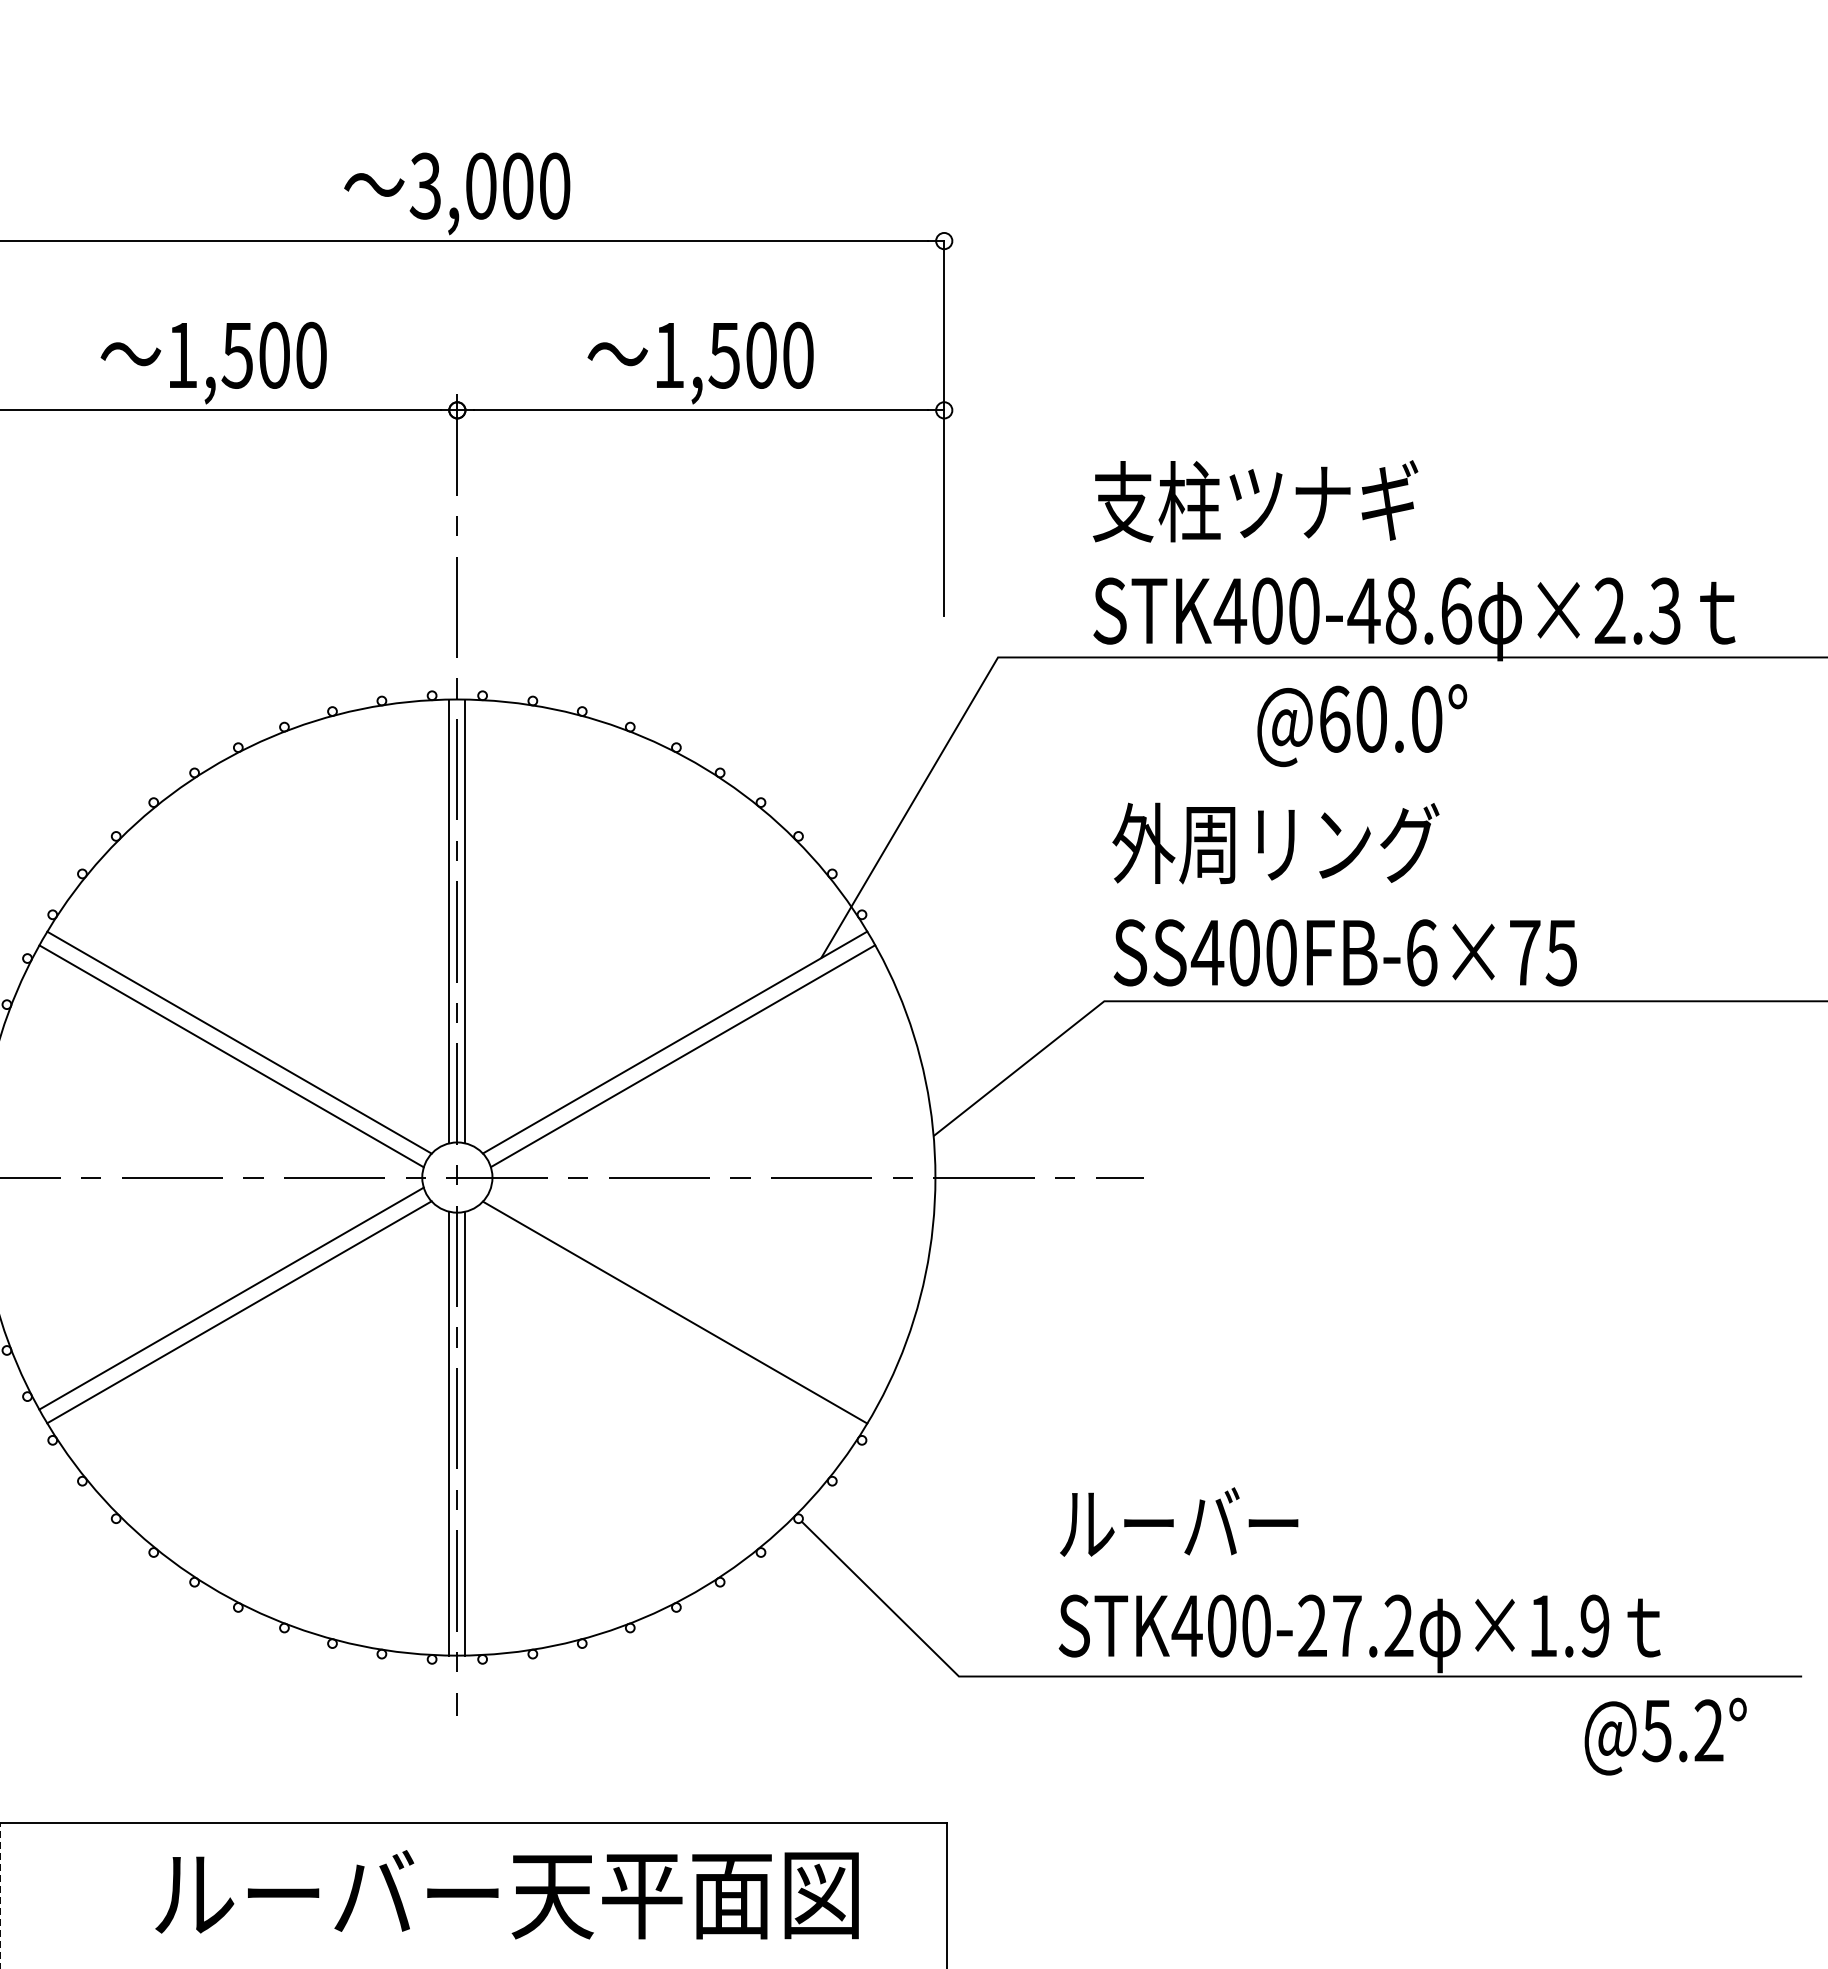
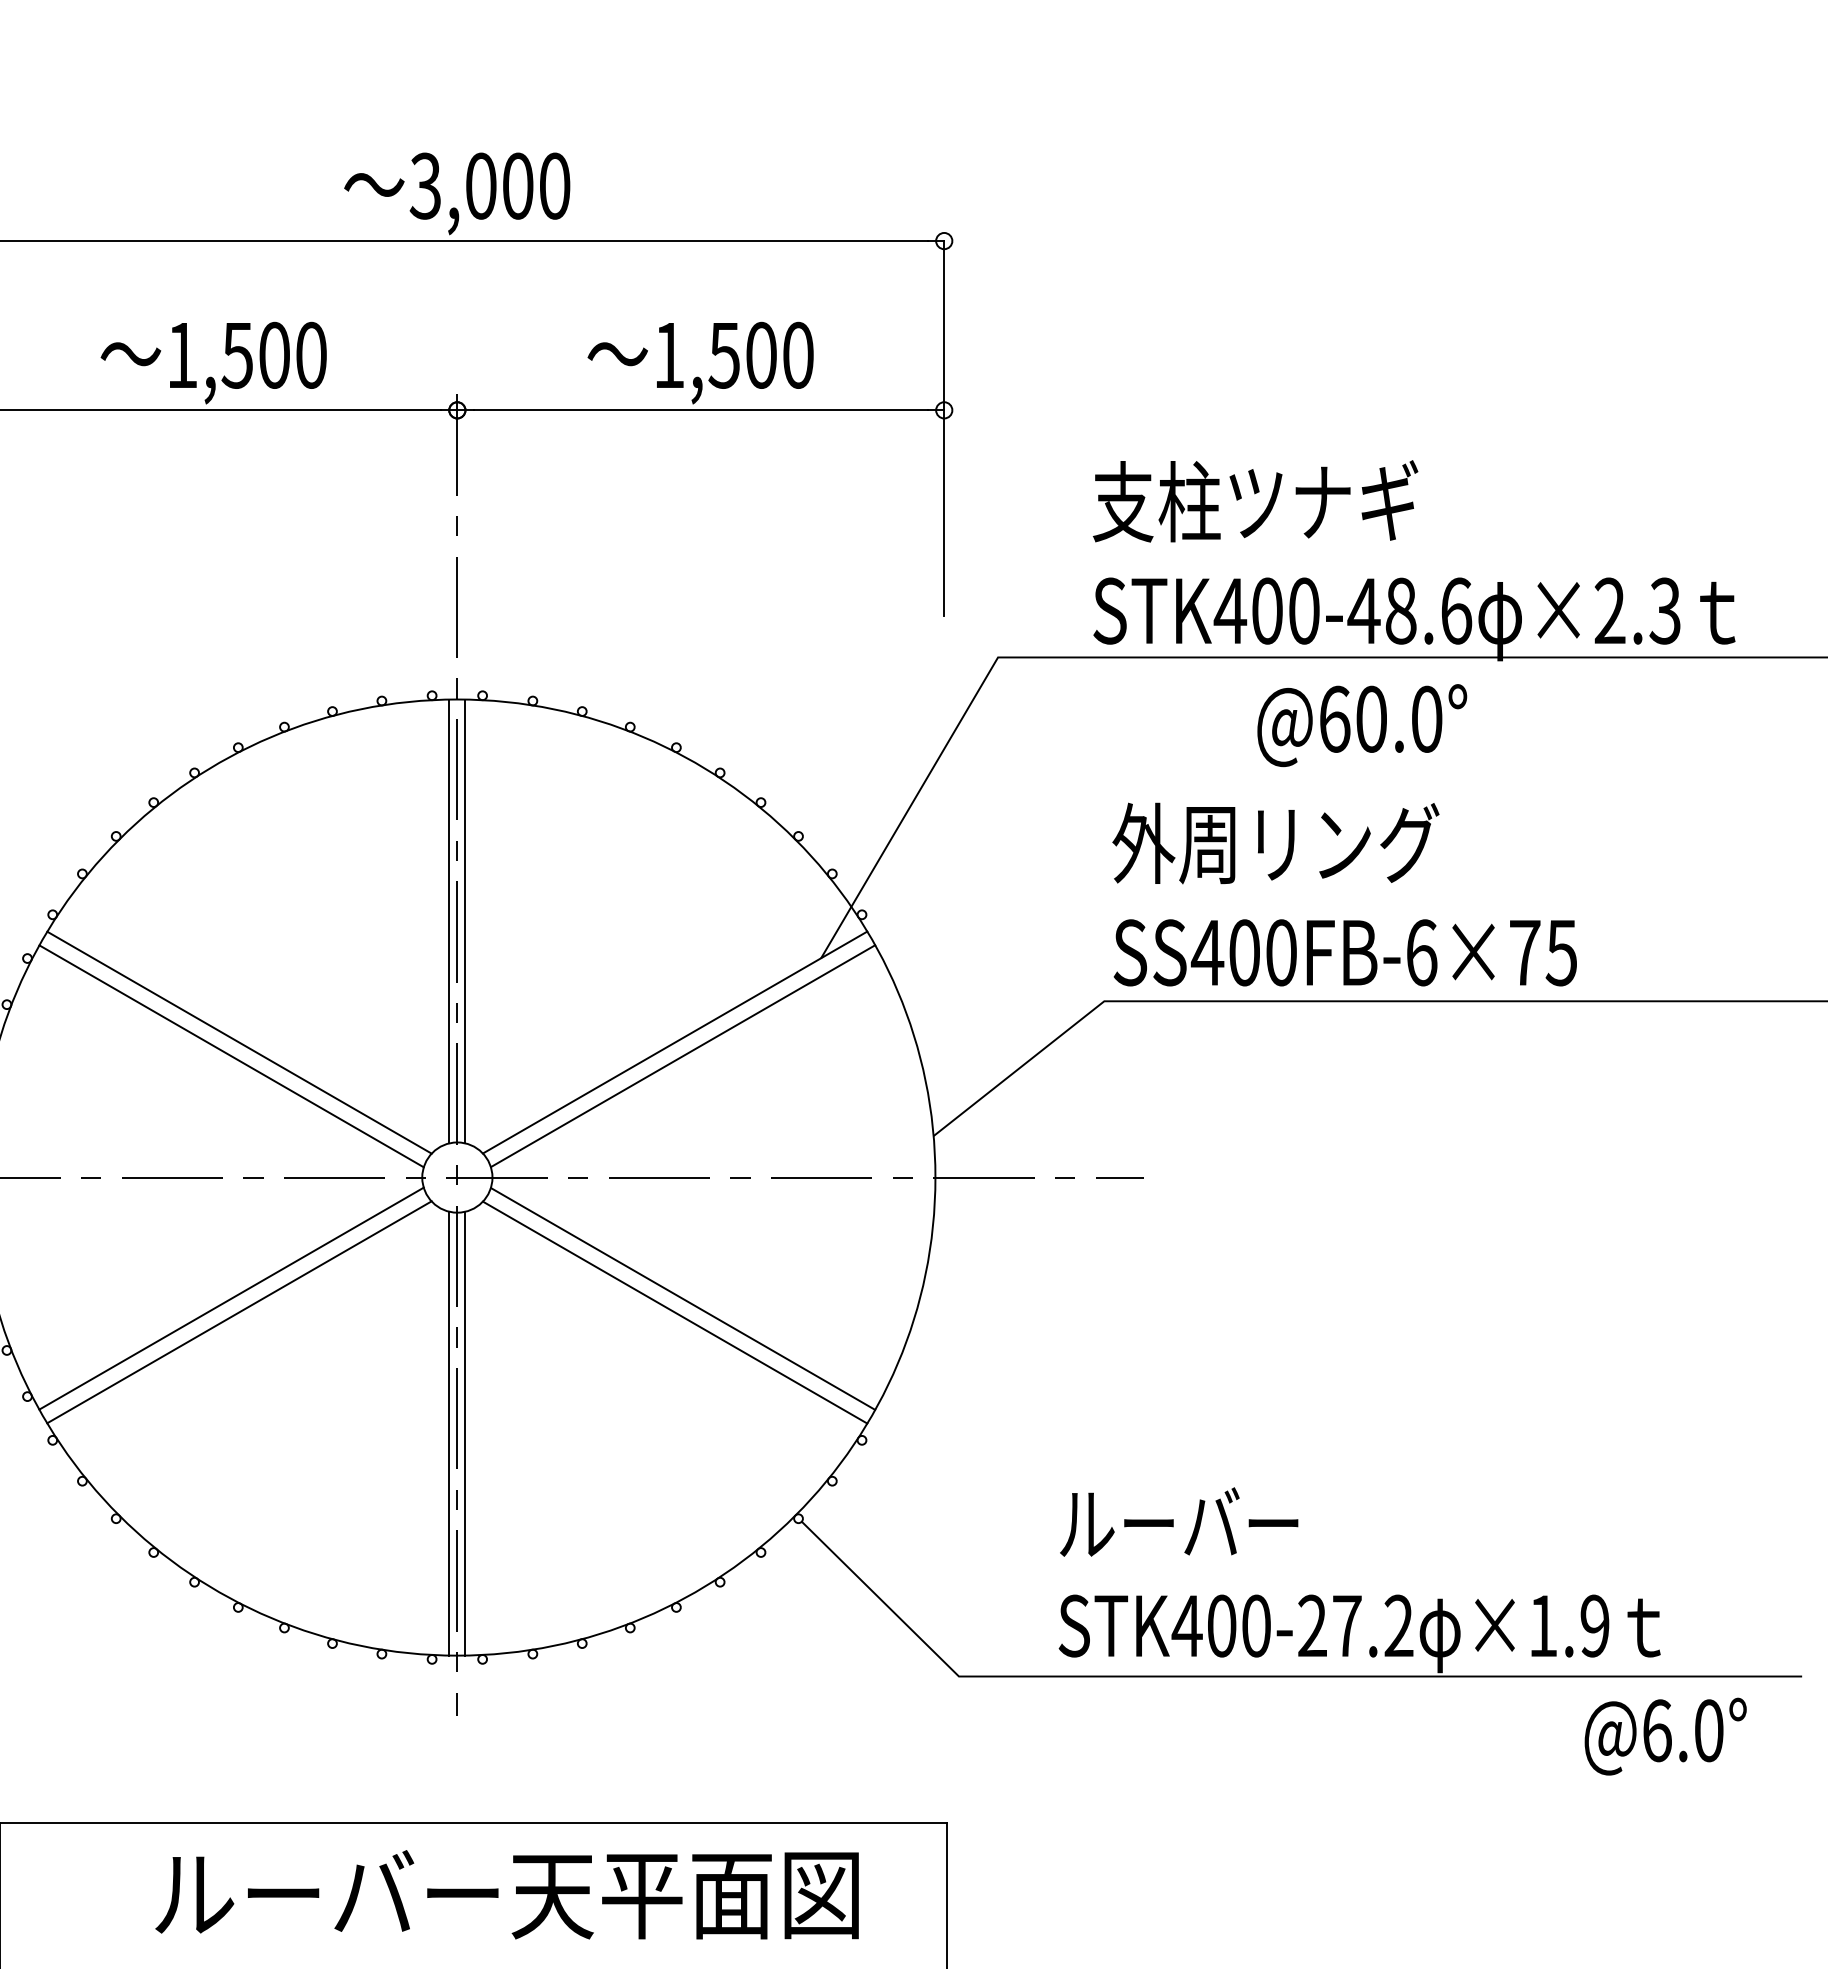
line at (682, 1298): none -> present
text at (1682, 1730): @5.2° -> @6.0°
line at (0, 1895): dashed -> solid
